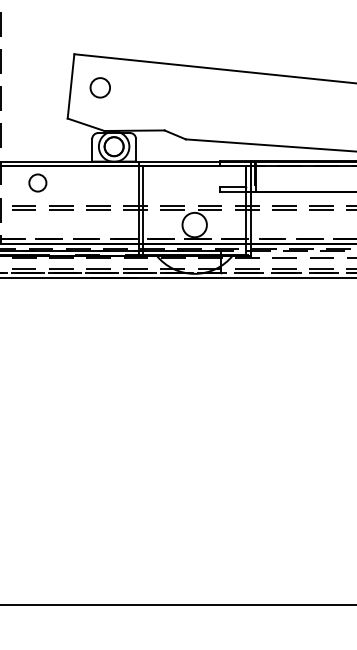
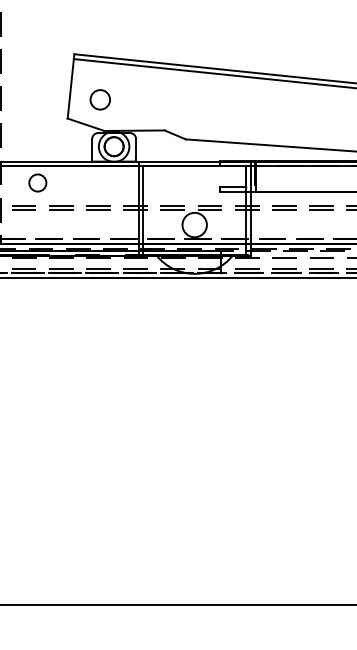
line at (213, 73): none -> present
circle at (99, 87) position: (99, 87) -> (99, 99)
